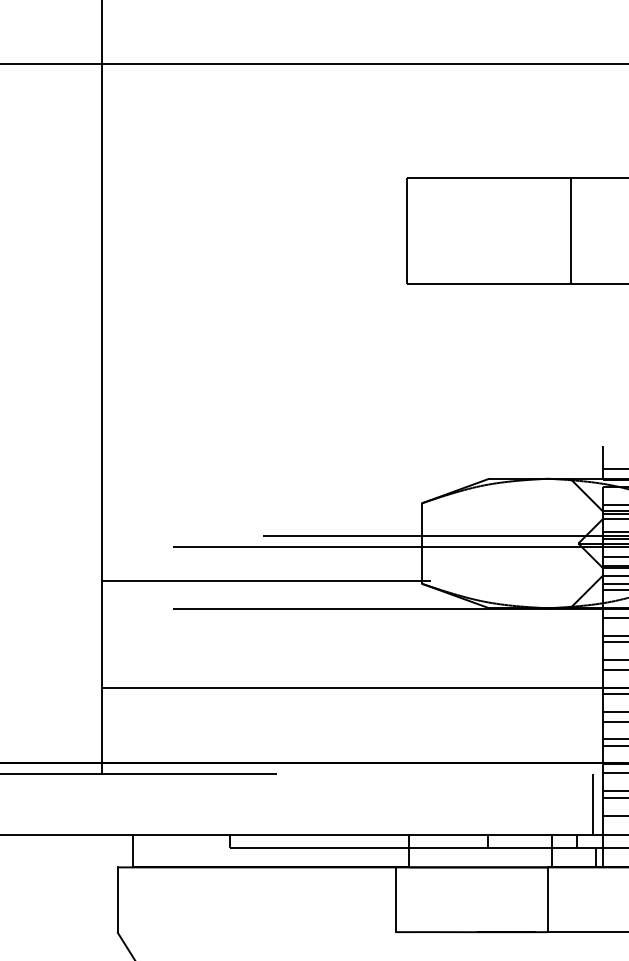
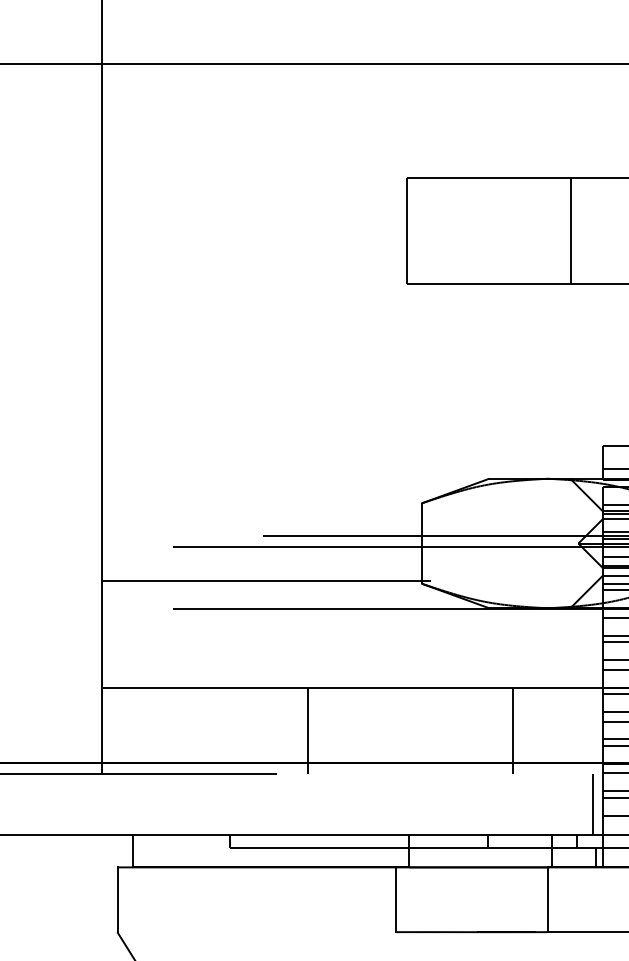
line at (613, 446): none -> present
line at (307, 730): none -> present
line at (513, 730): none -> present
